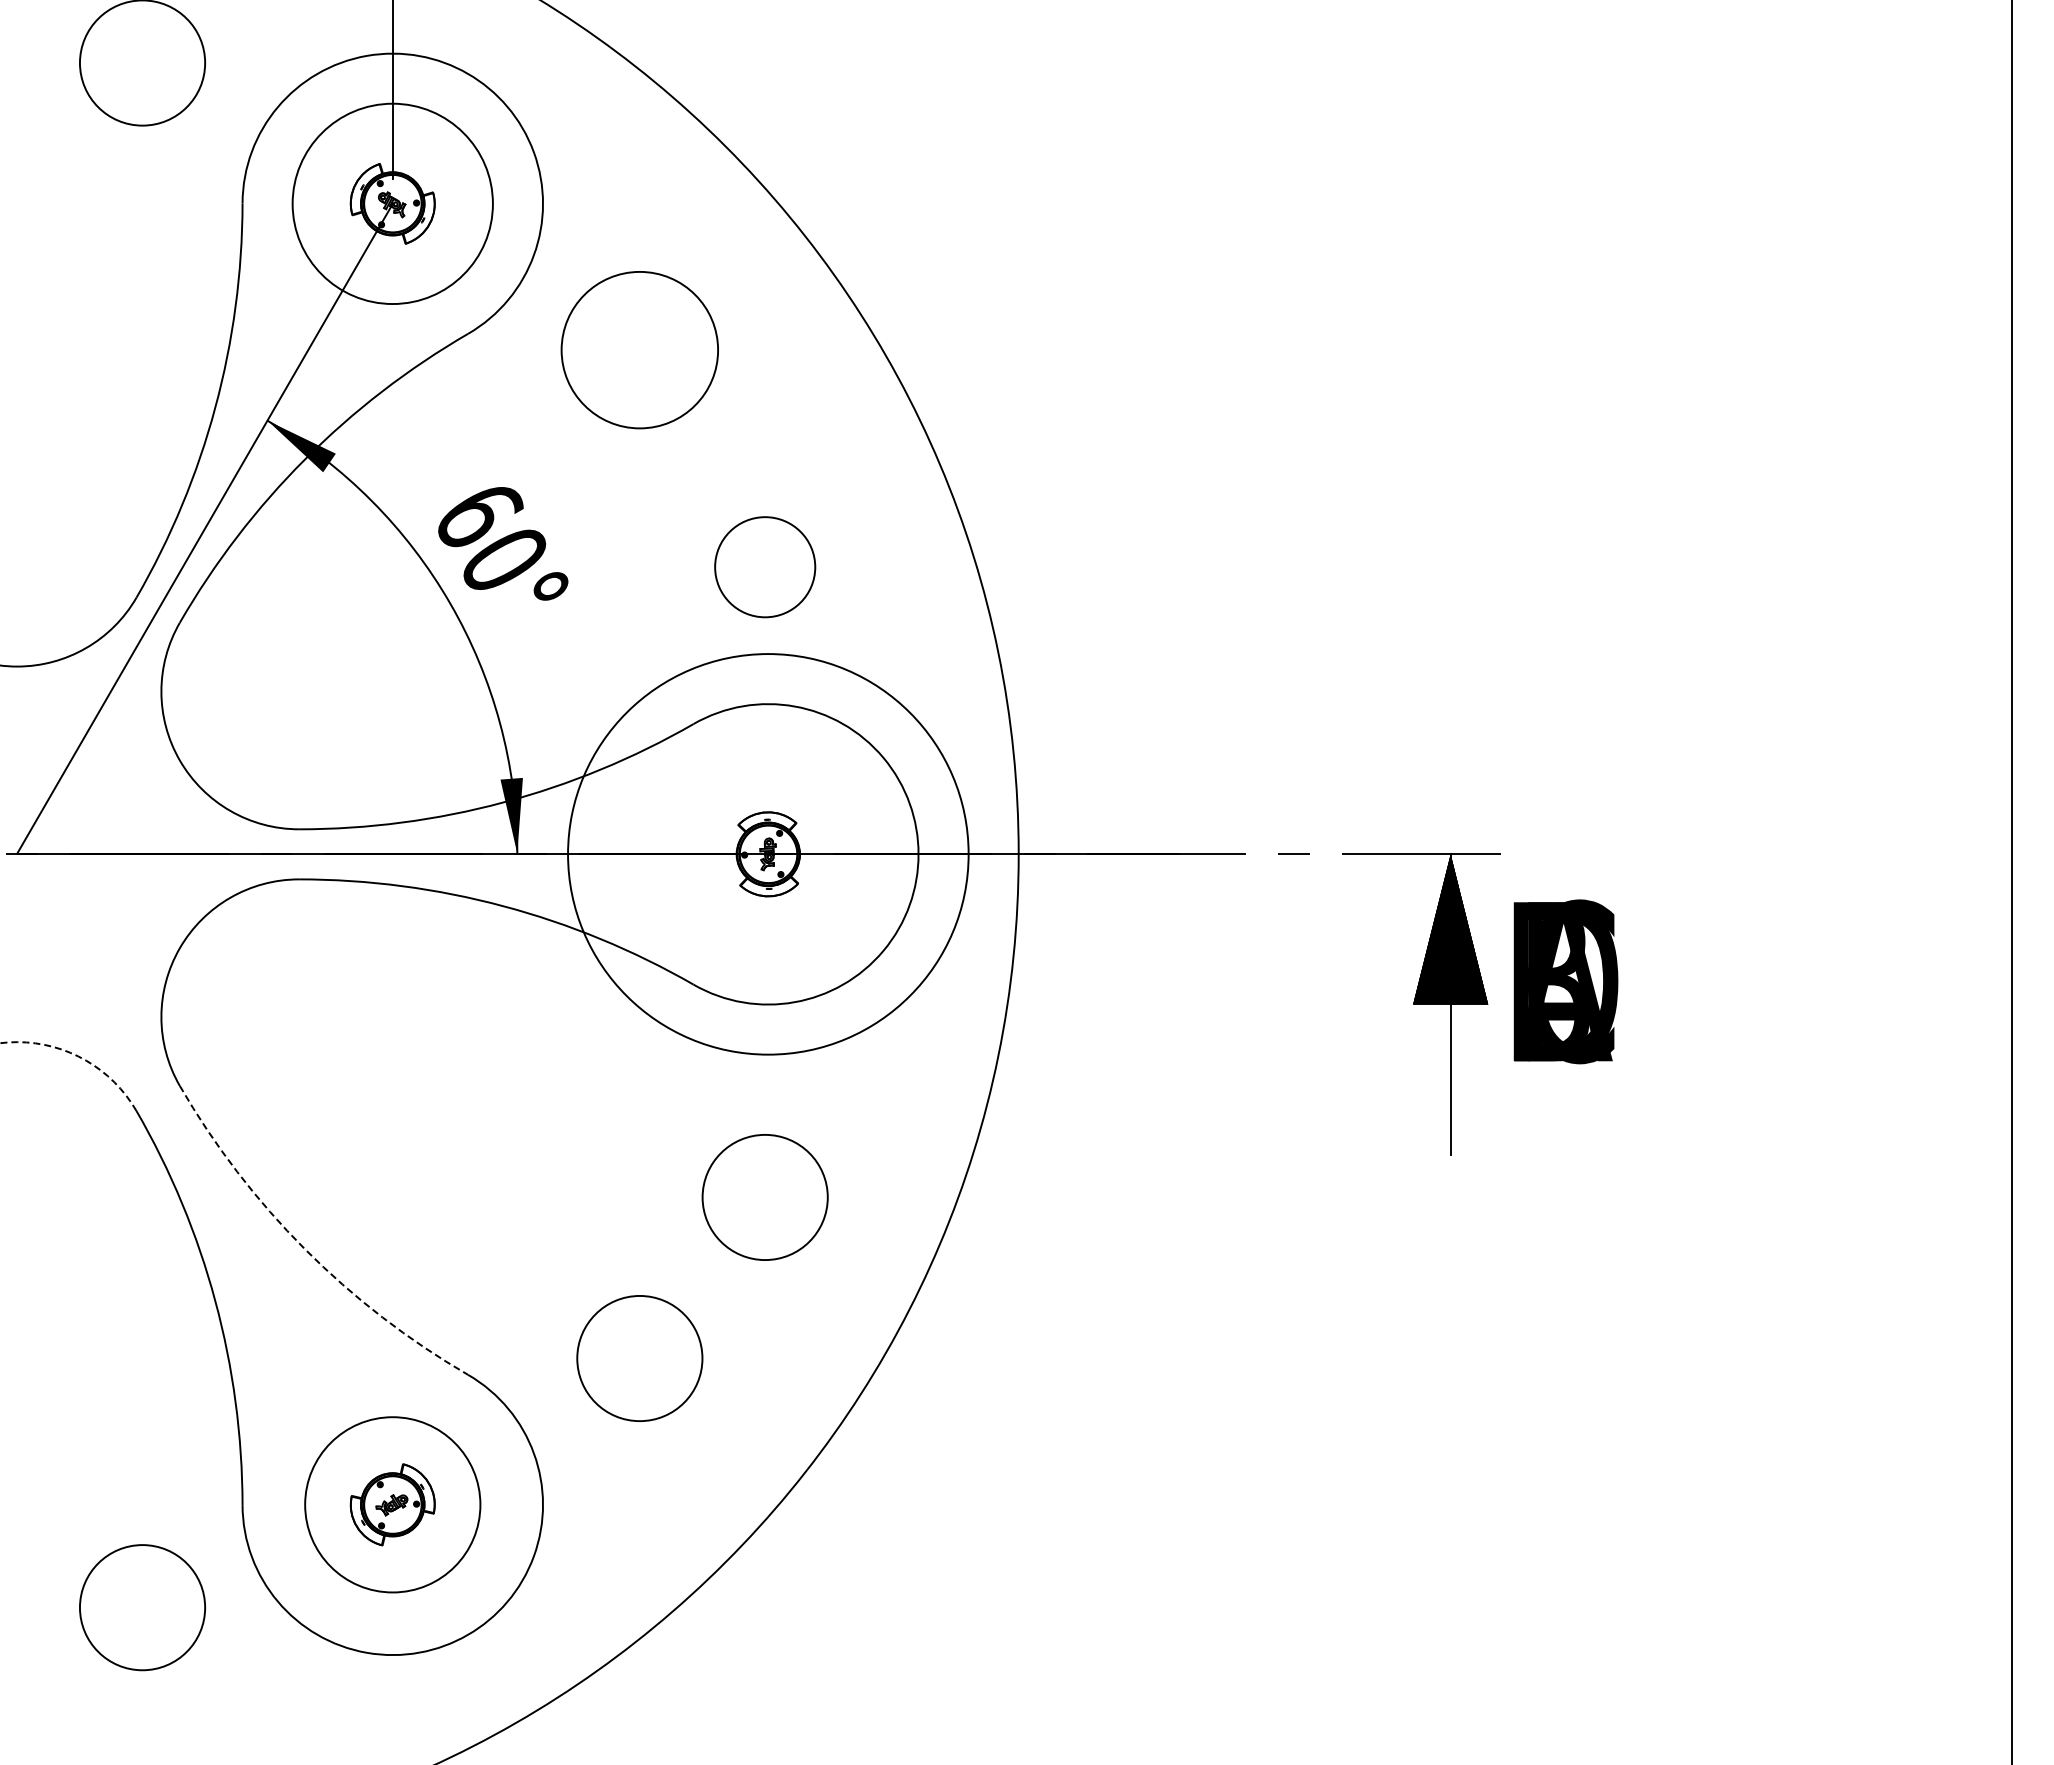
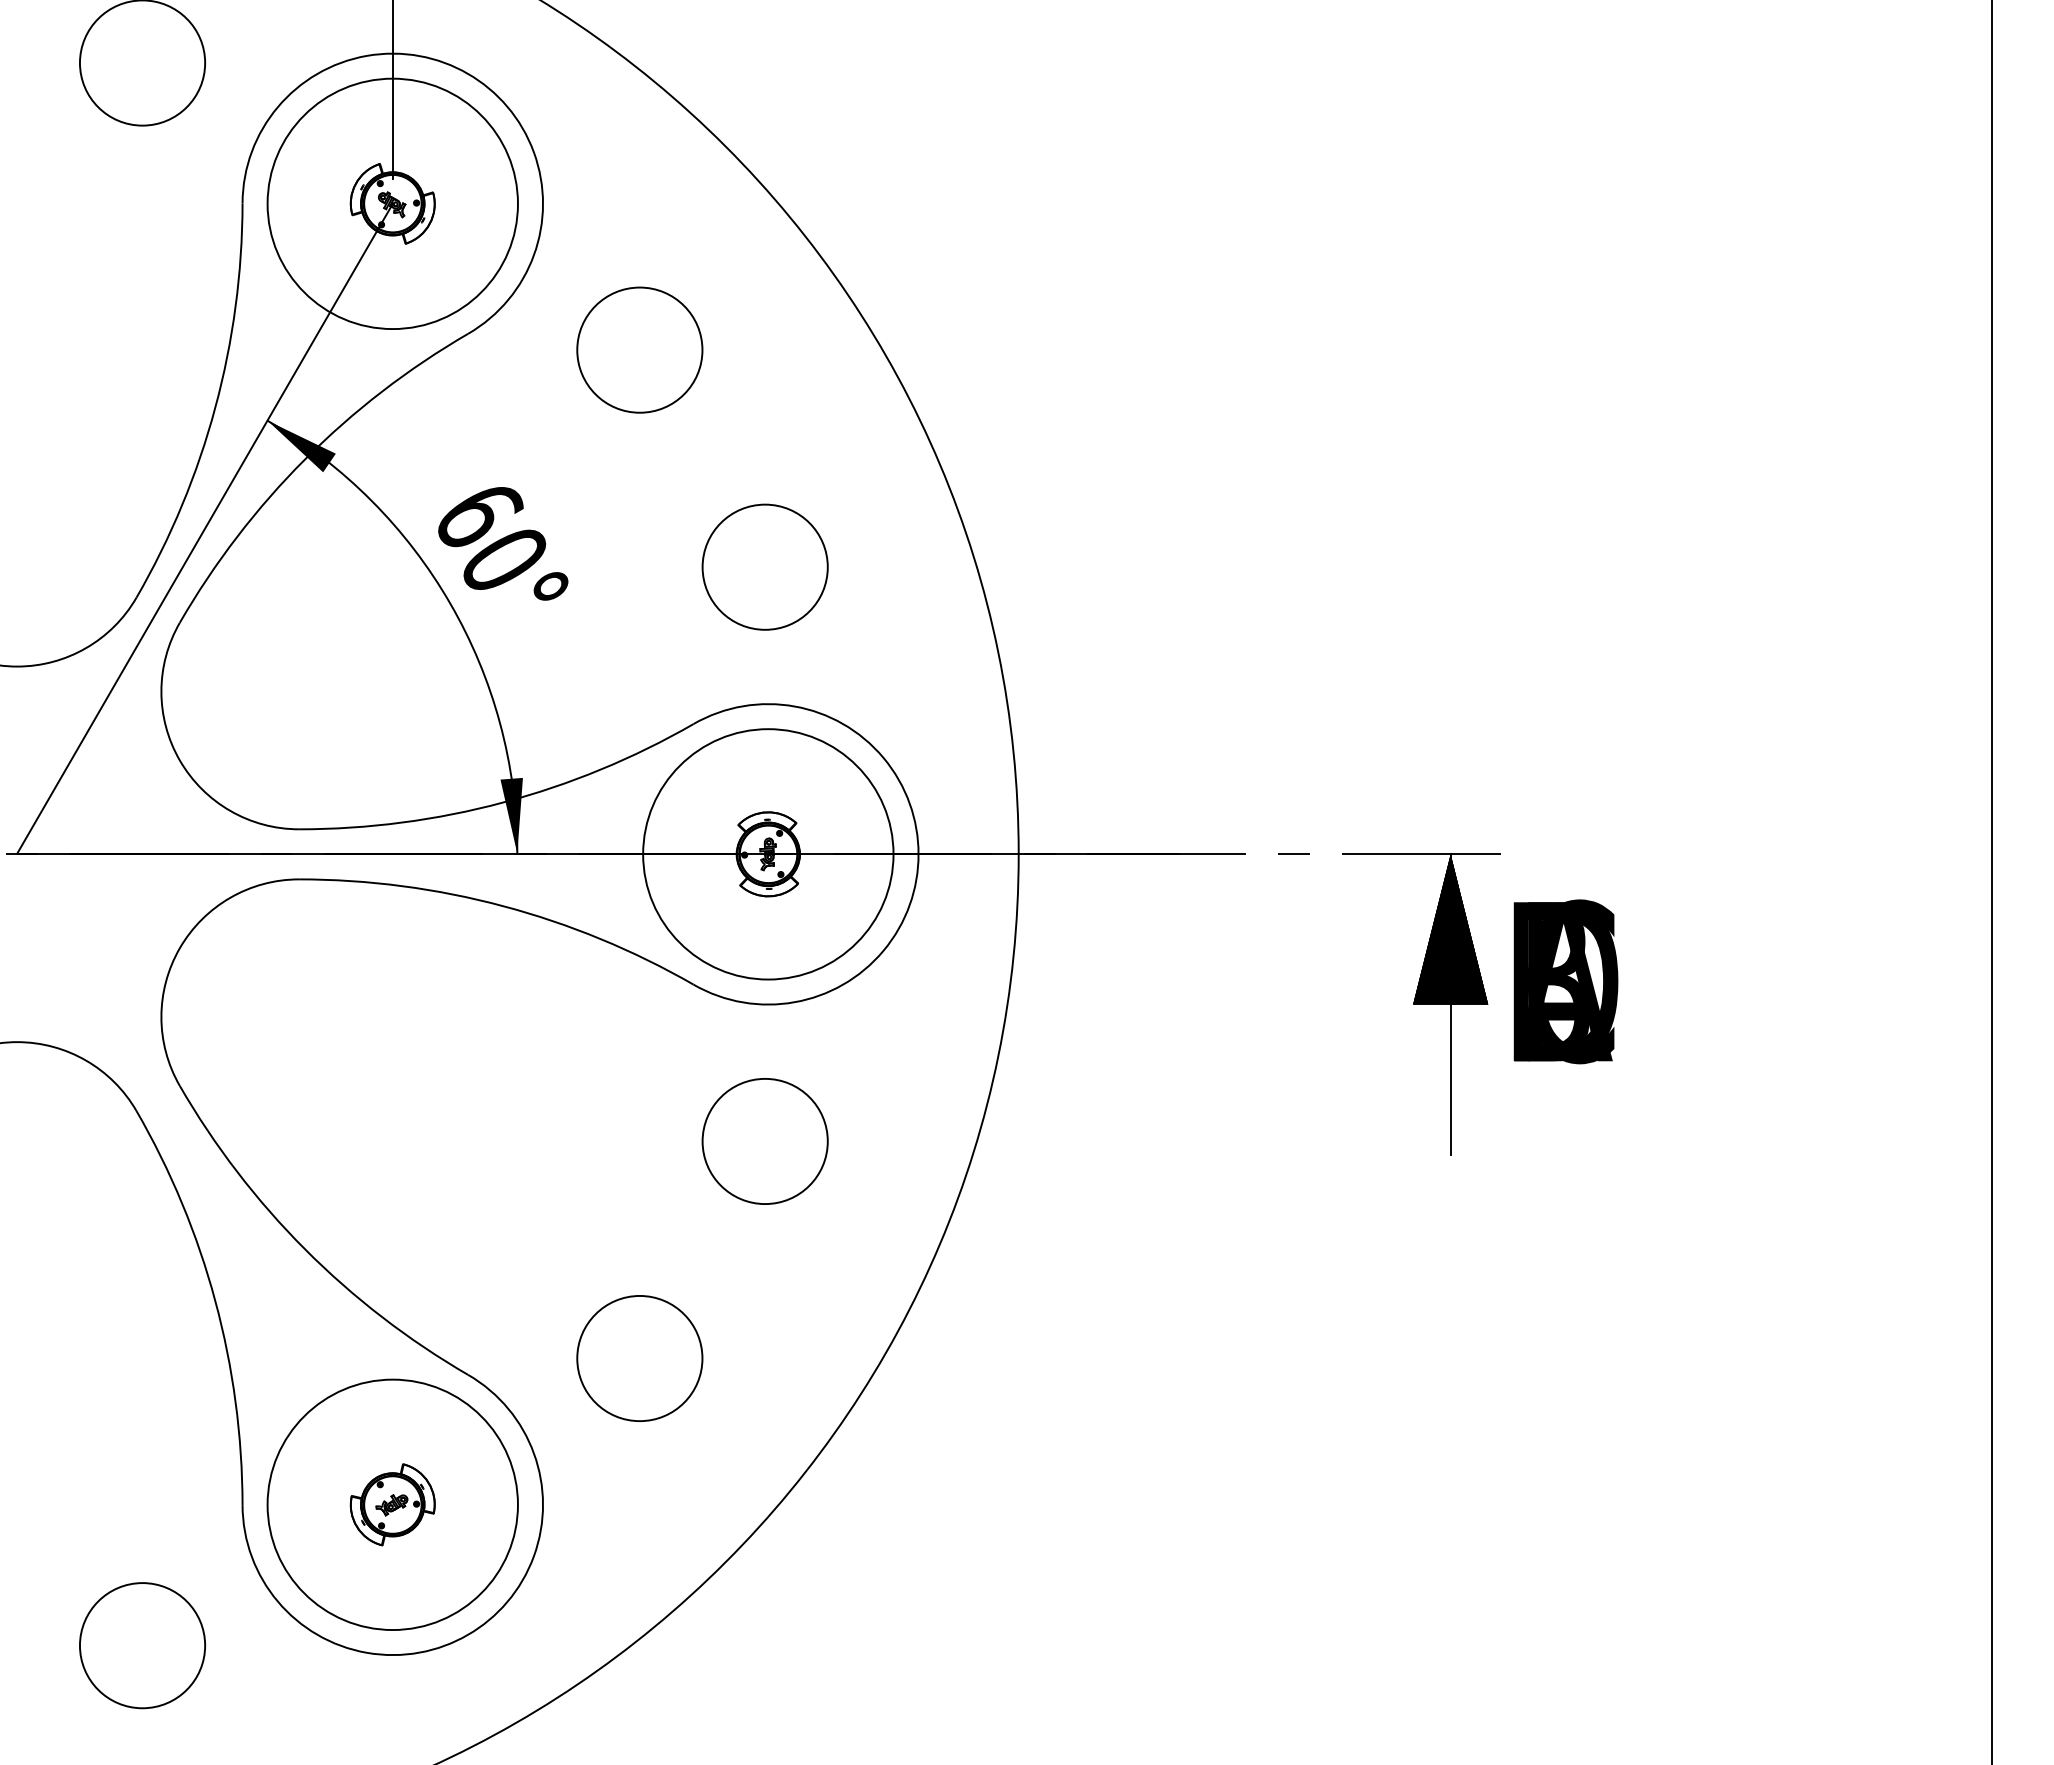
circle at (392, 203) diameter: 200 px -> 250 px
circle at (639, 349) diameter: 156 px -> 125 px
circle at (765, 567) diameter: 100 px -> 125 px
circle at (768, 854) diameter: 401 px -> 250 px
line at (2012, 881) position: (2012, 881) -> (1992, 881)
arc at (78, 1056): dashed -> solid
circle at (764, 1197) position: (764, 1197) -> (764, 1141)
arc at (305, 1249): dashed -> solid
circle at (392, 1504) diameter: 175 px -> 250 px
circle at (142, 1607) position: (142, 1607) -> (142, 1645)
